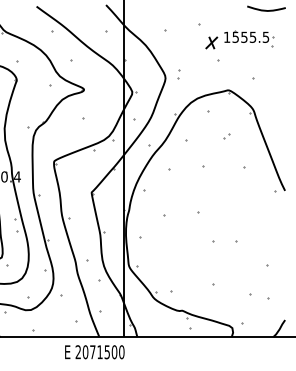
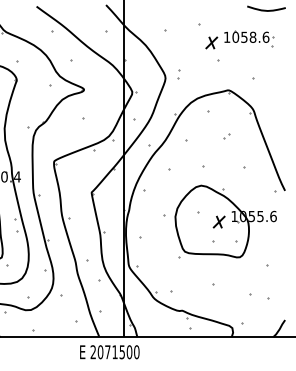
text at (250, 36): 1555.5 -> 1058.6
part at (225, 221): none -> present
text at (94, 352) position: (94, 352) -> (109, 352)
